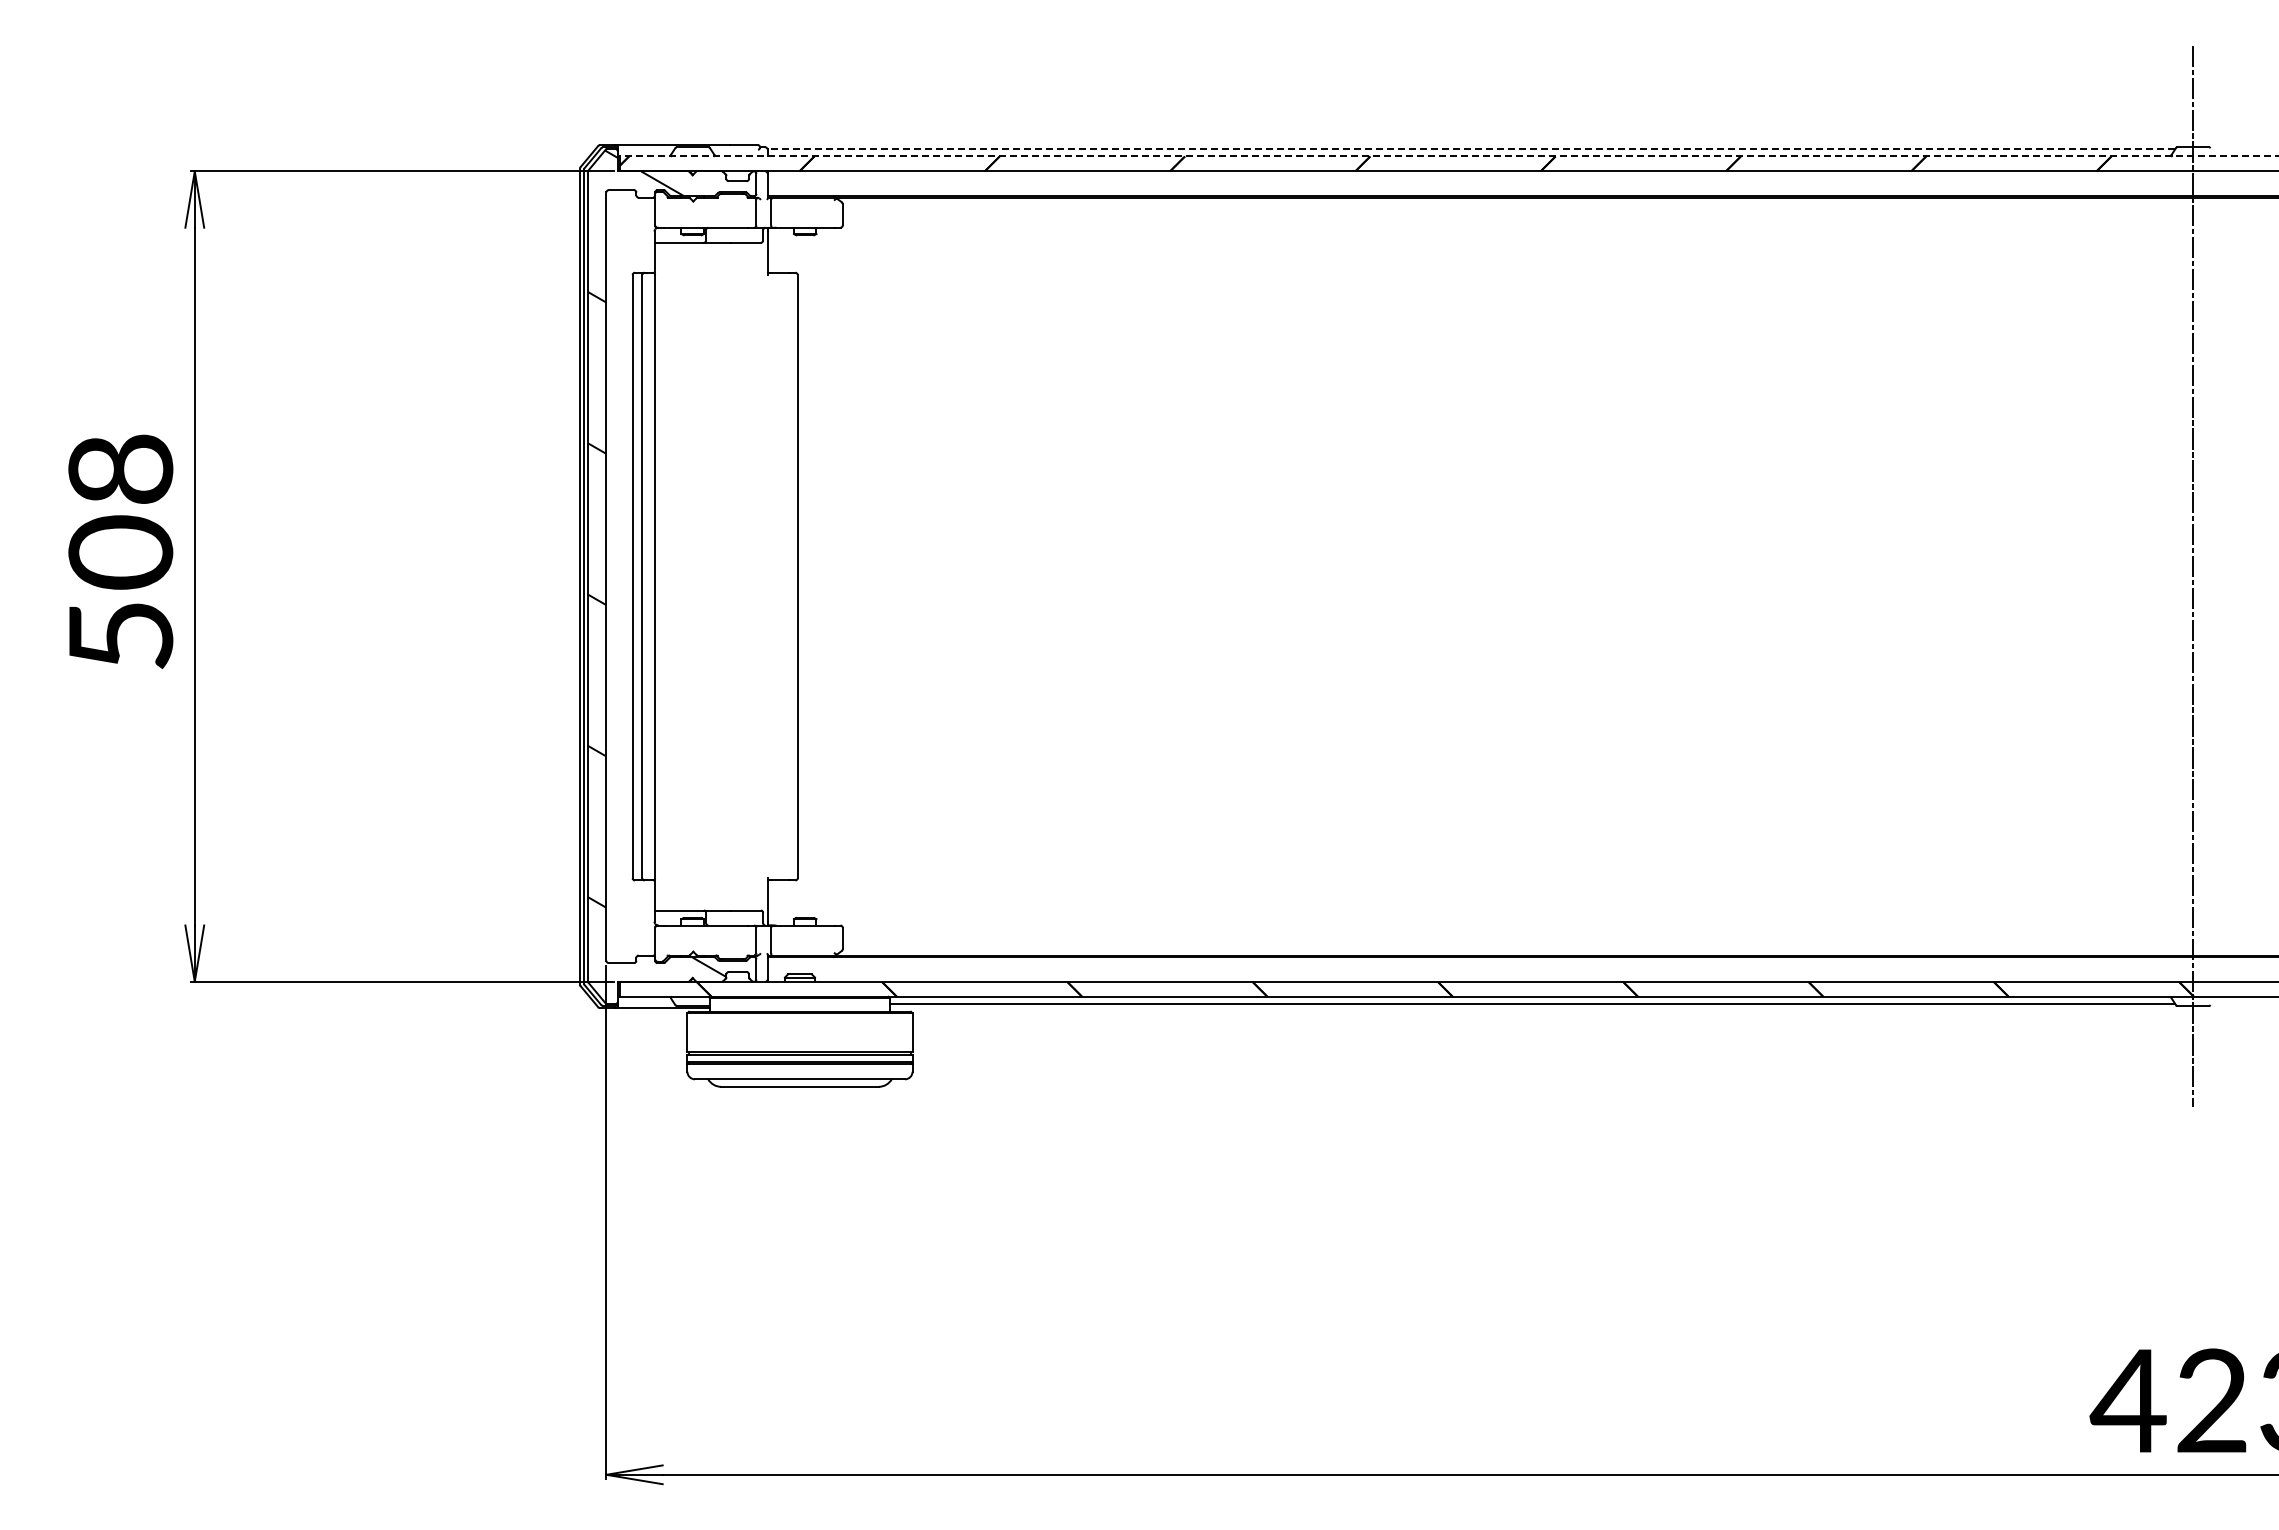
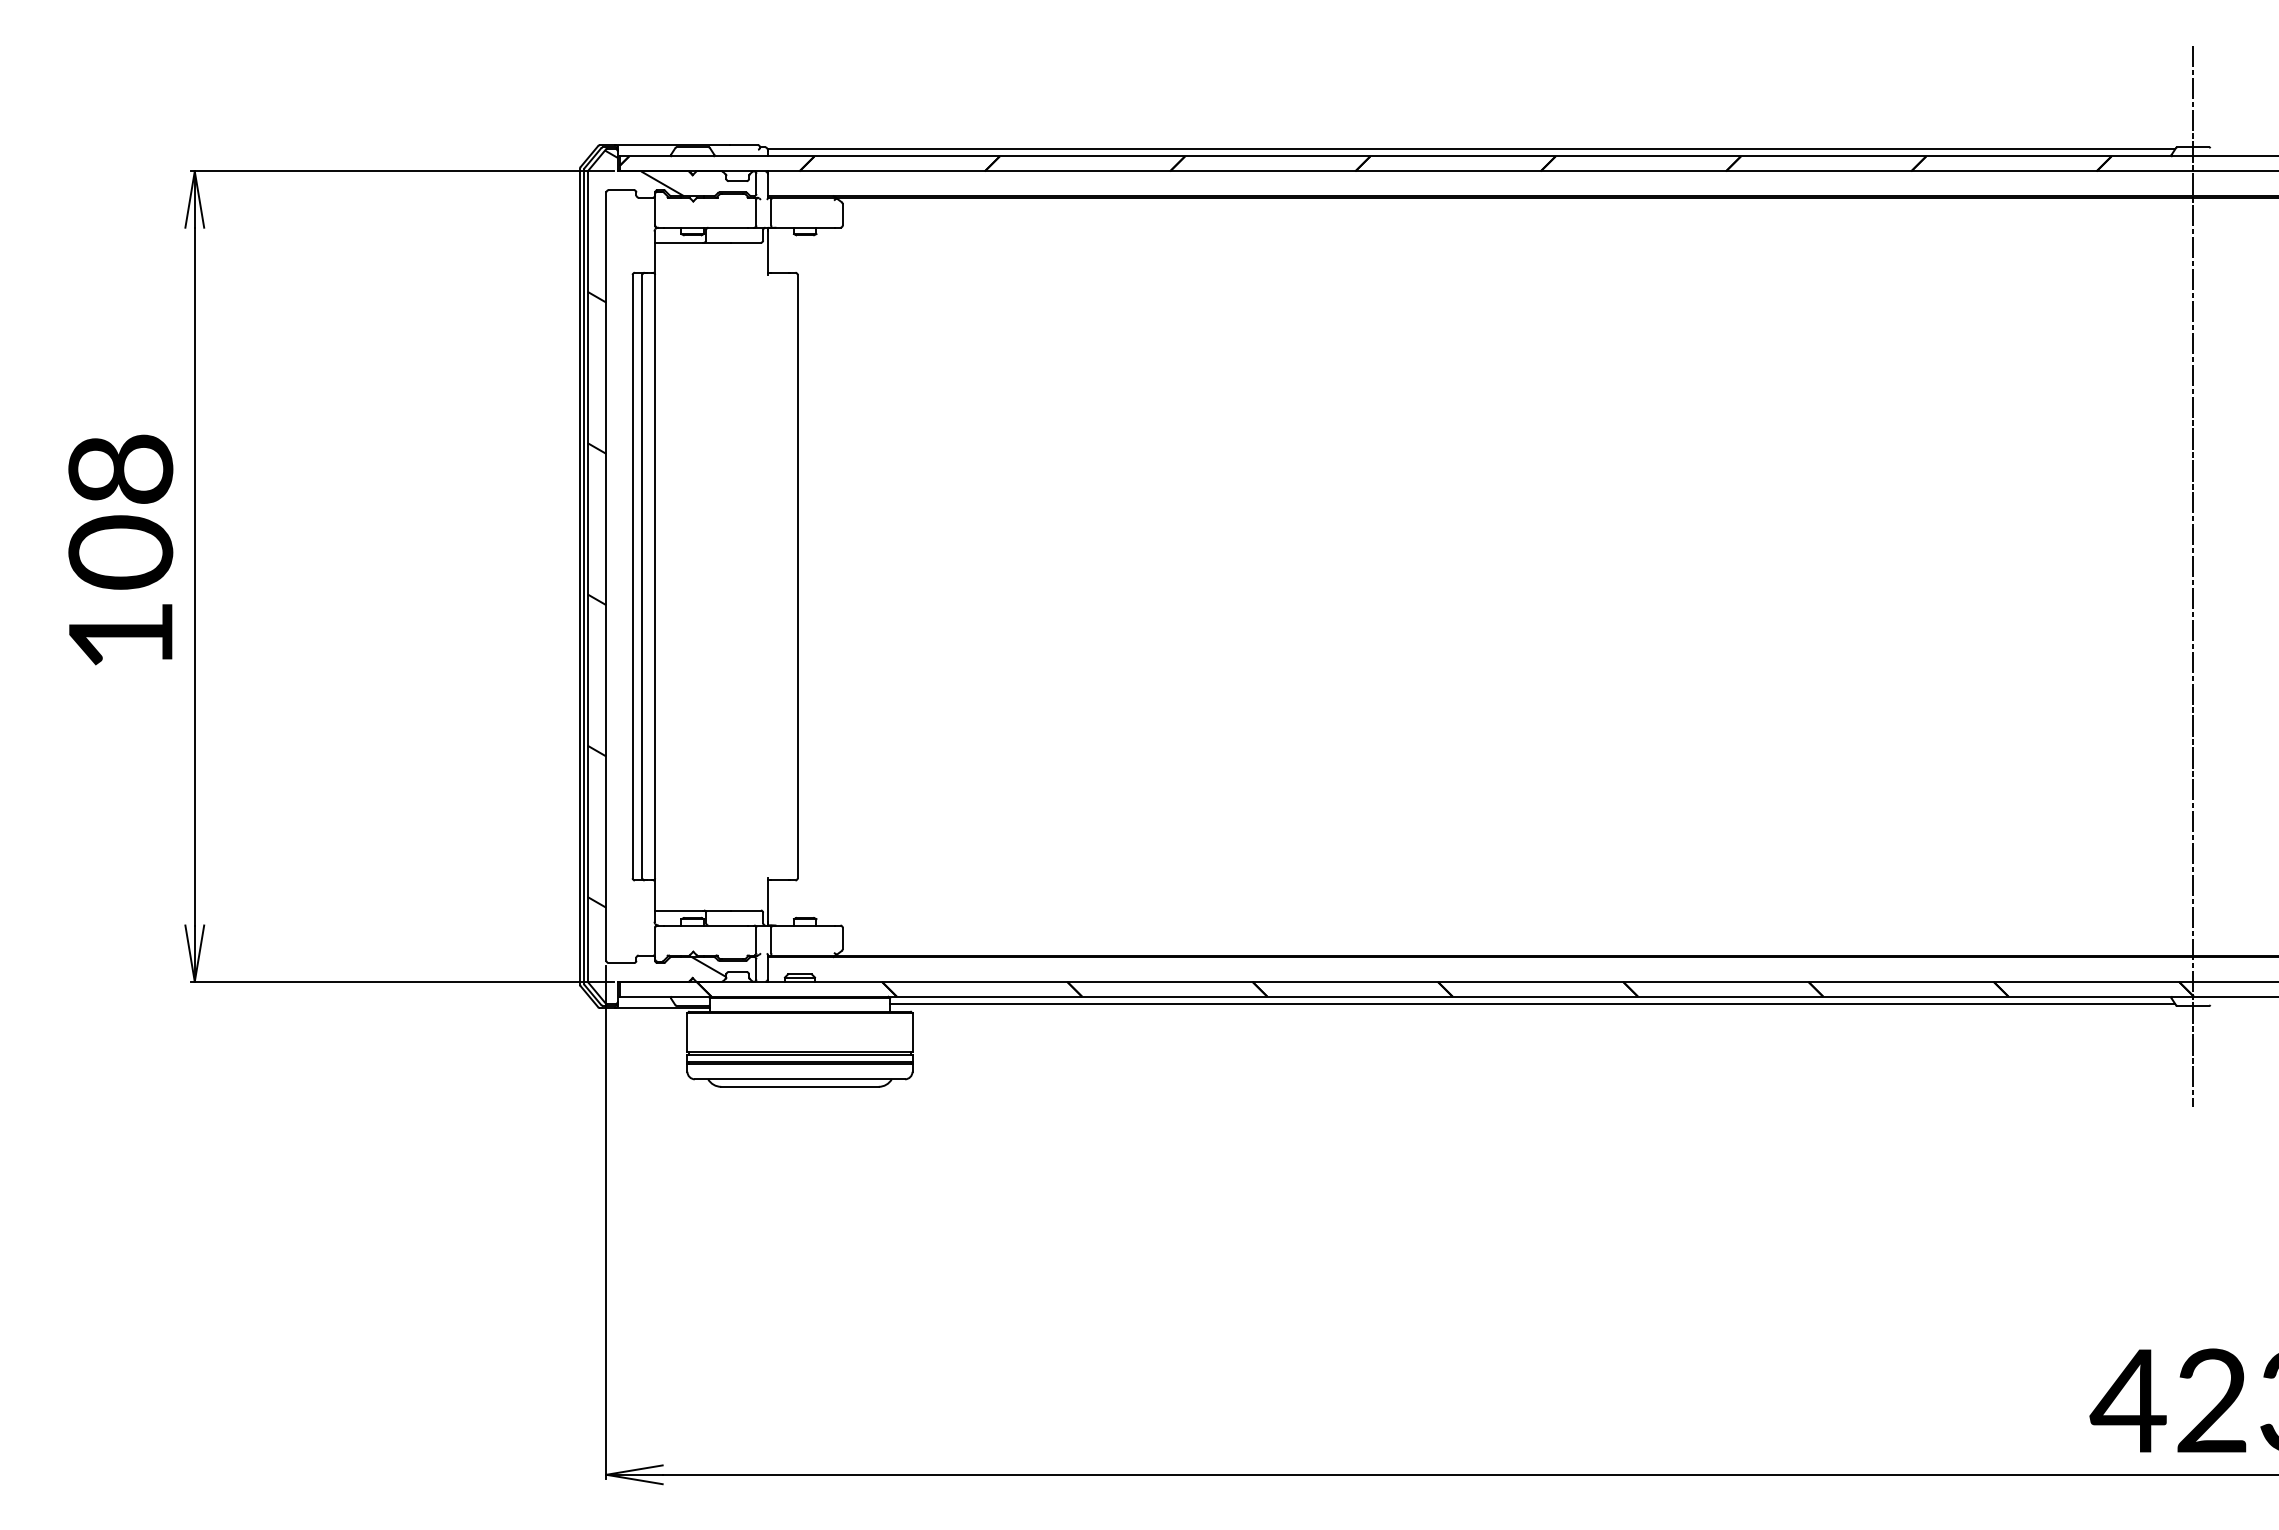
line at (1471, 148): dashed -> solid
line at (1448, 156): dashed -> solid
text at (121, 635): 508 -> 108
